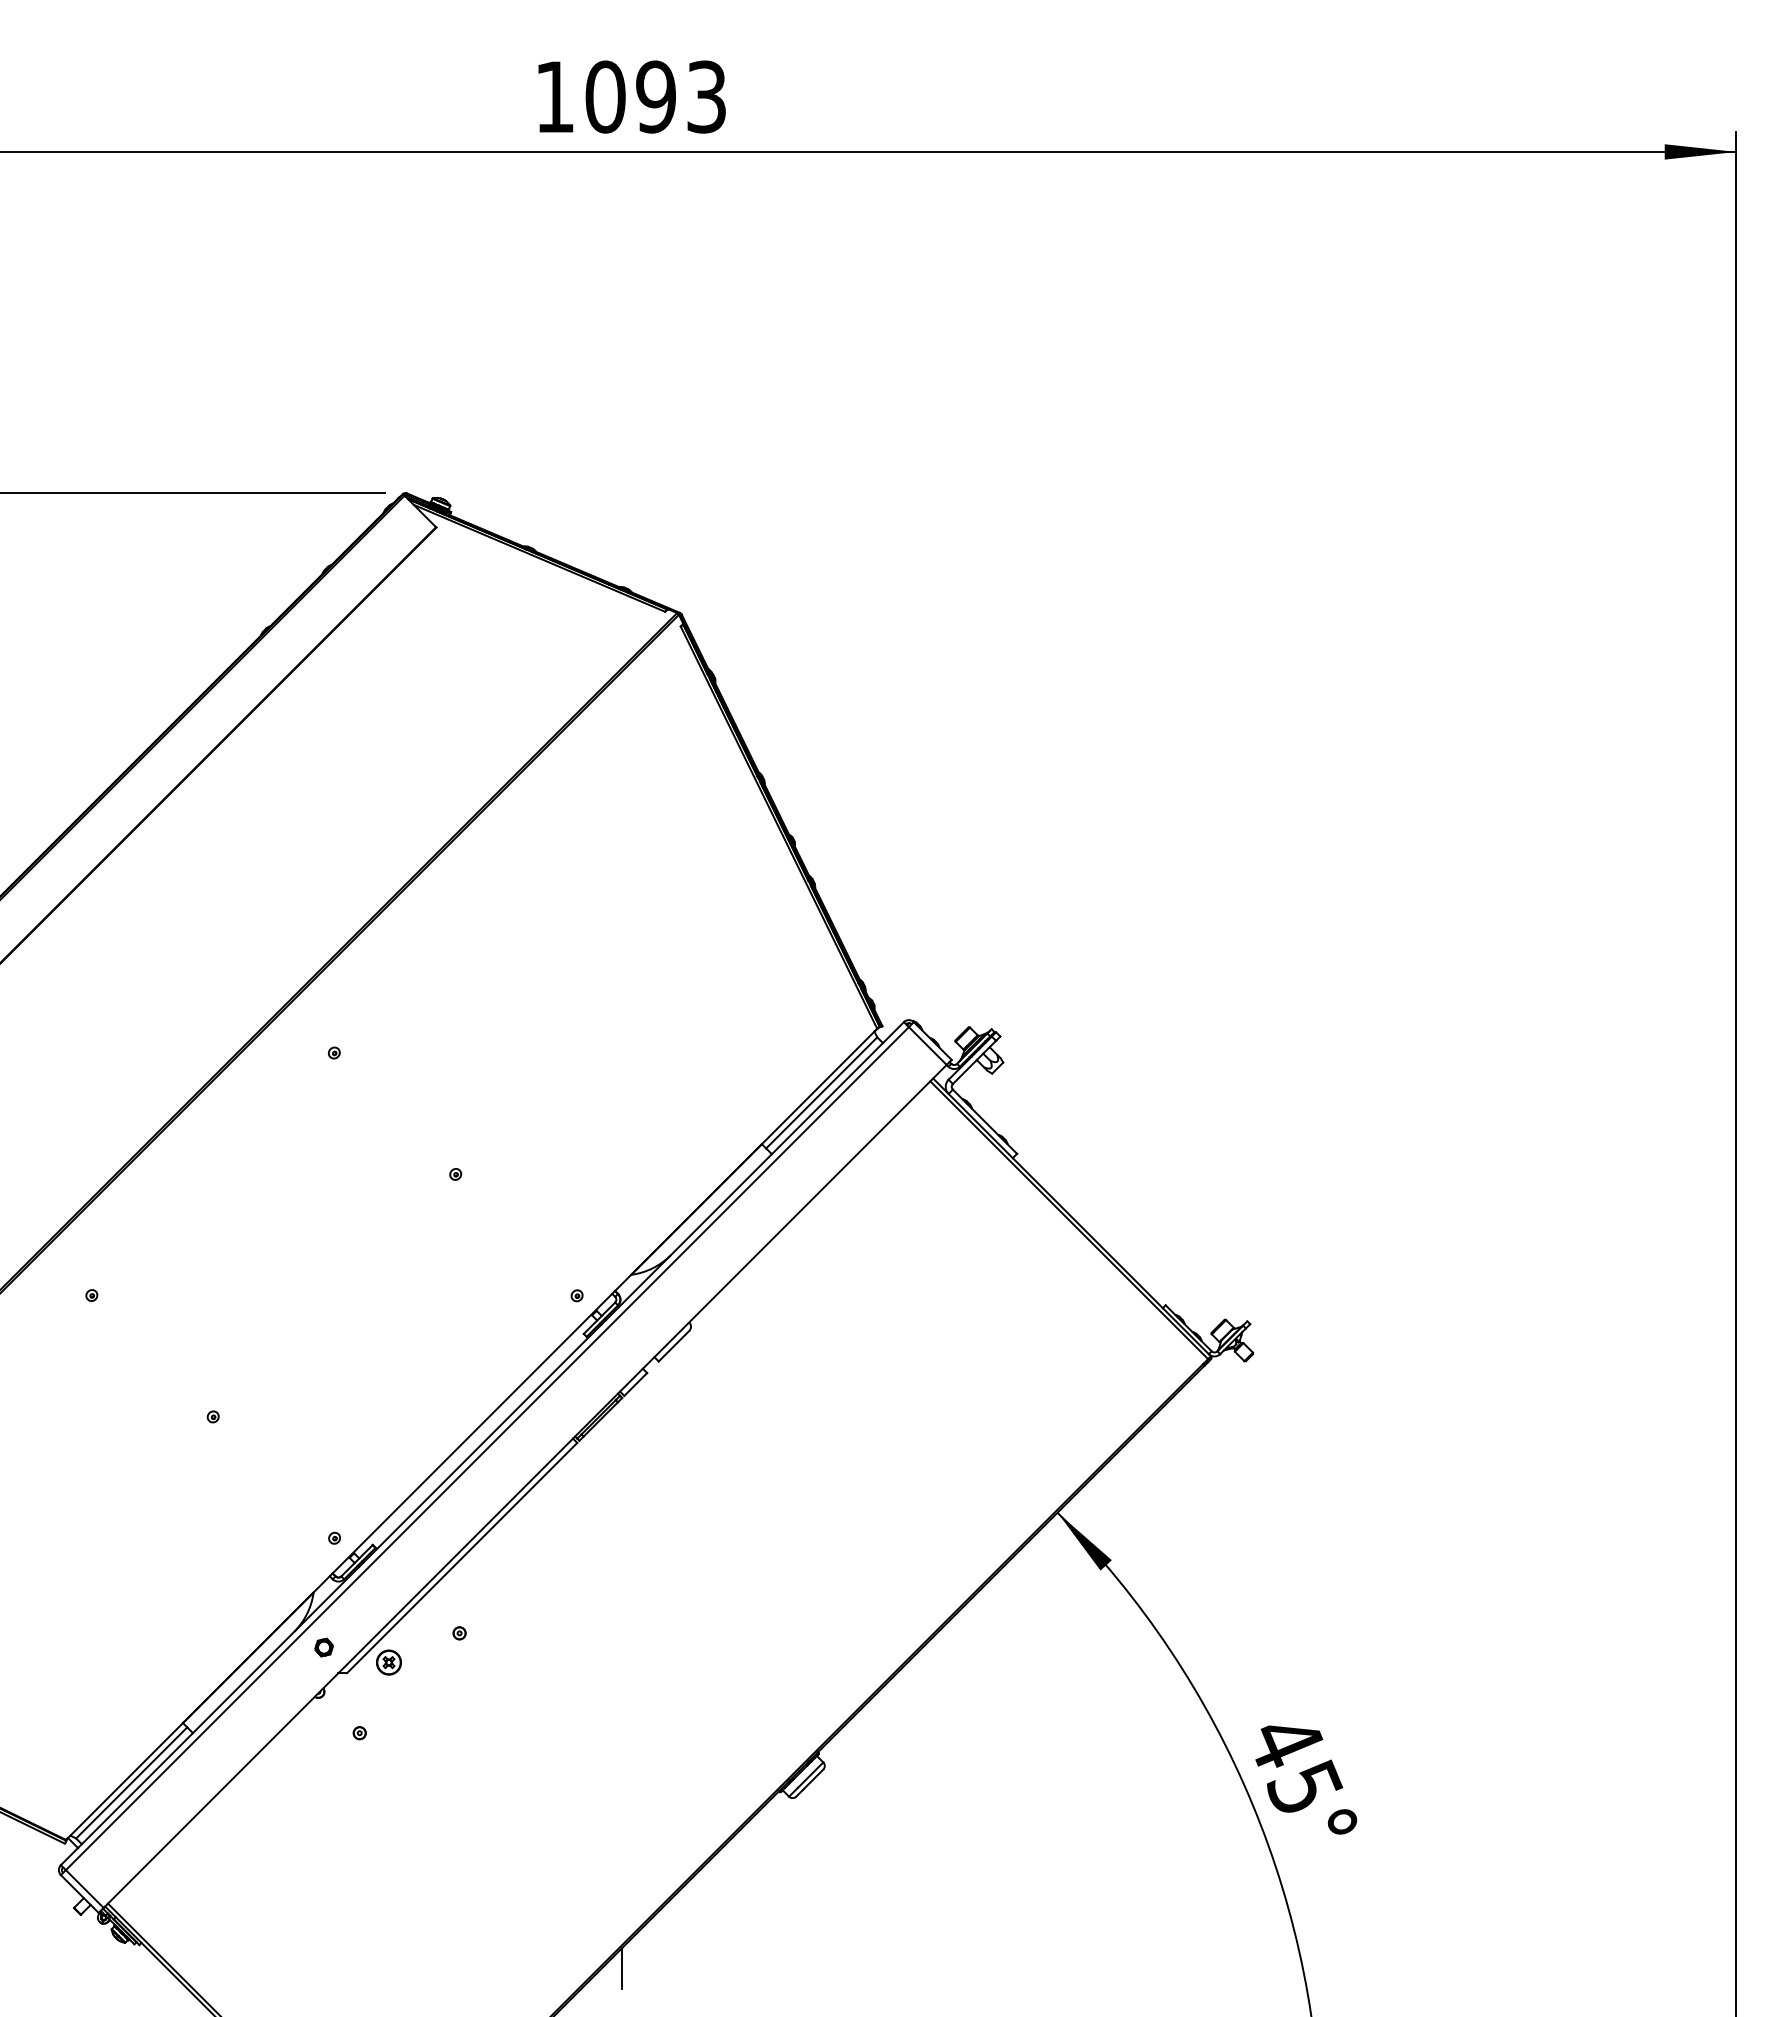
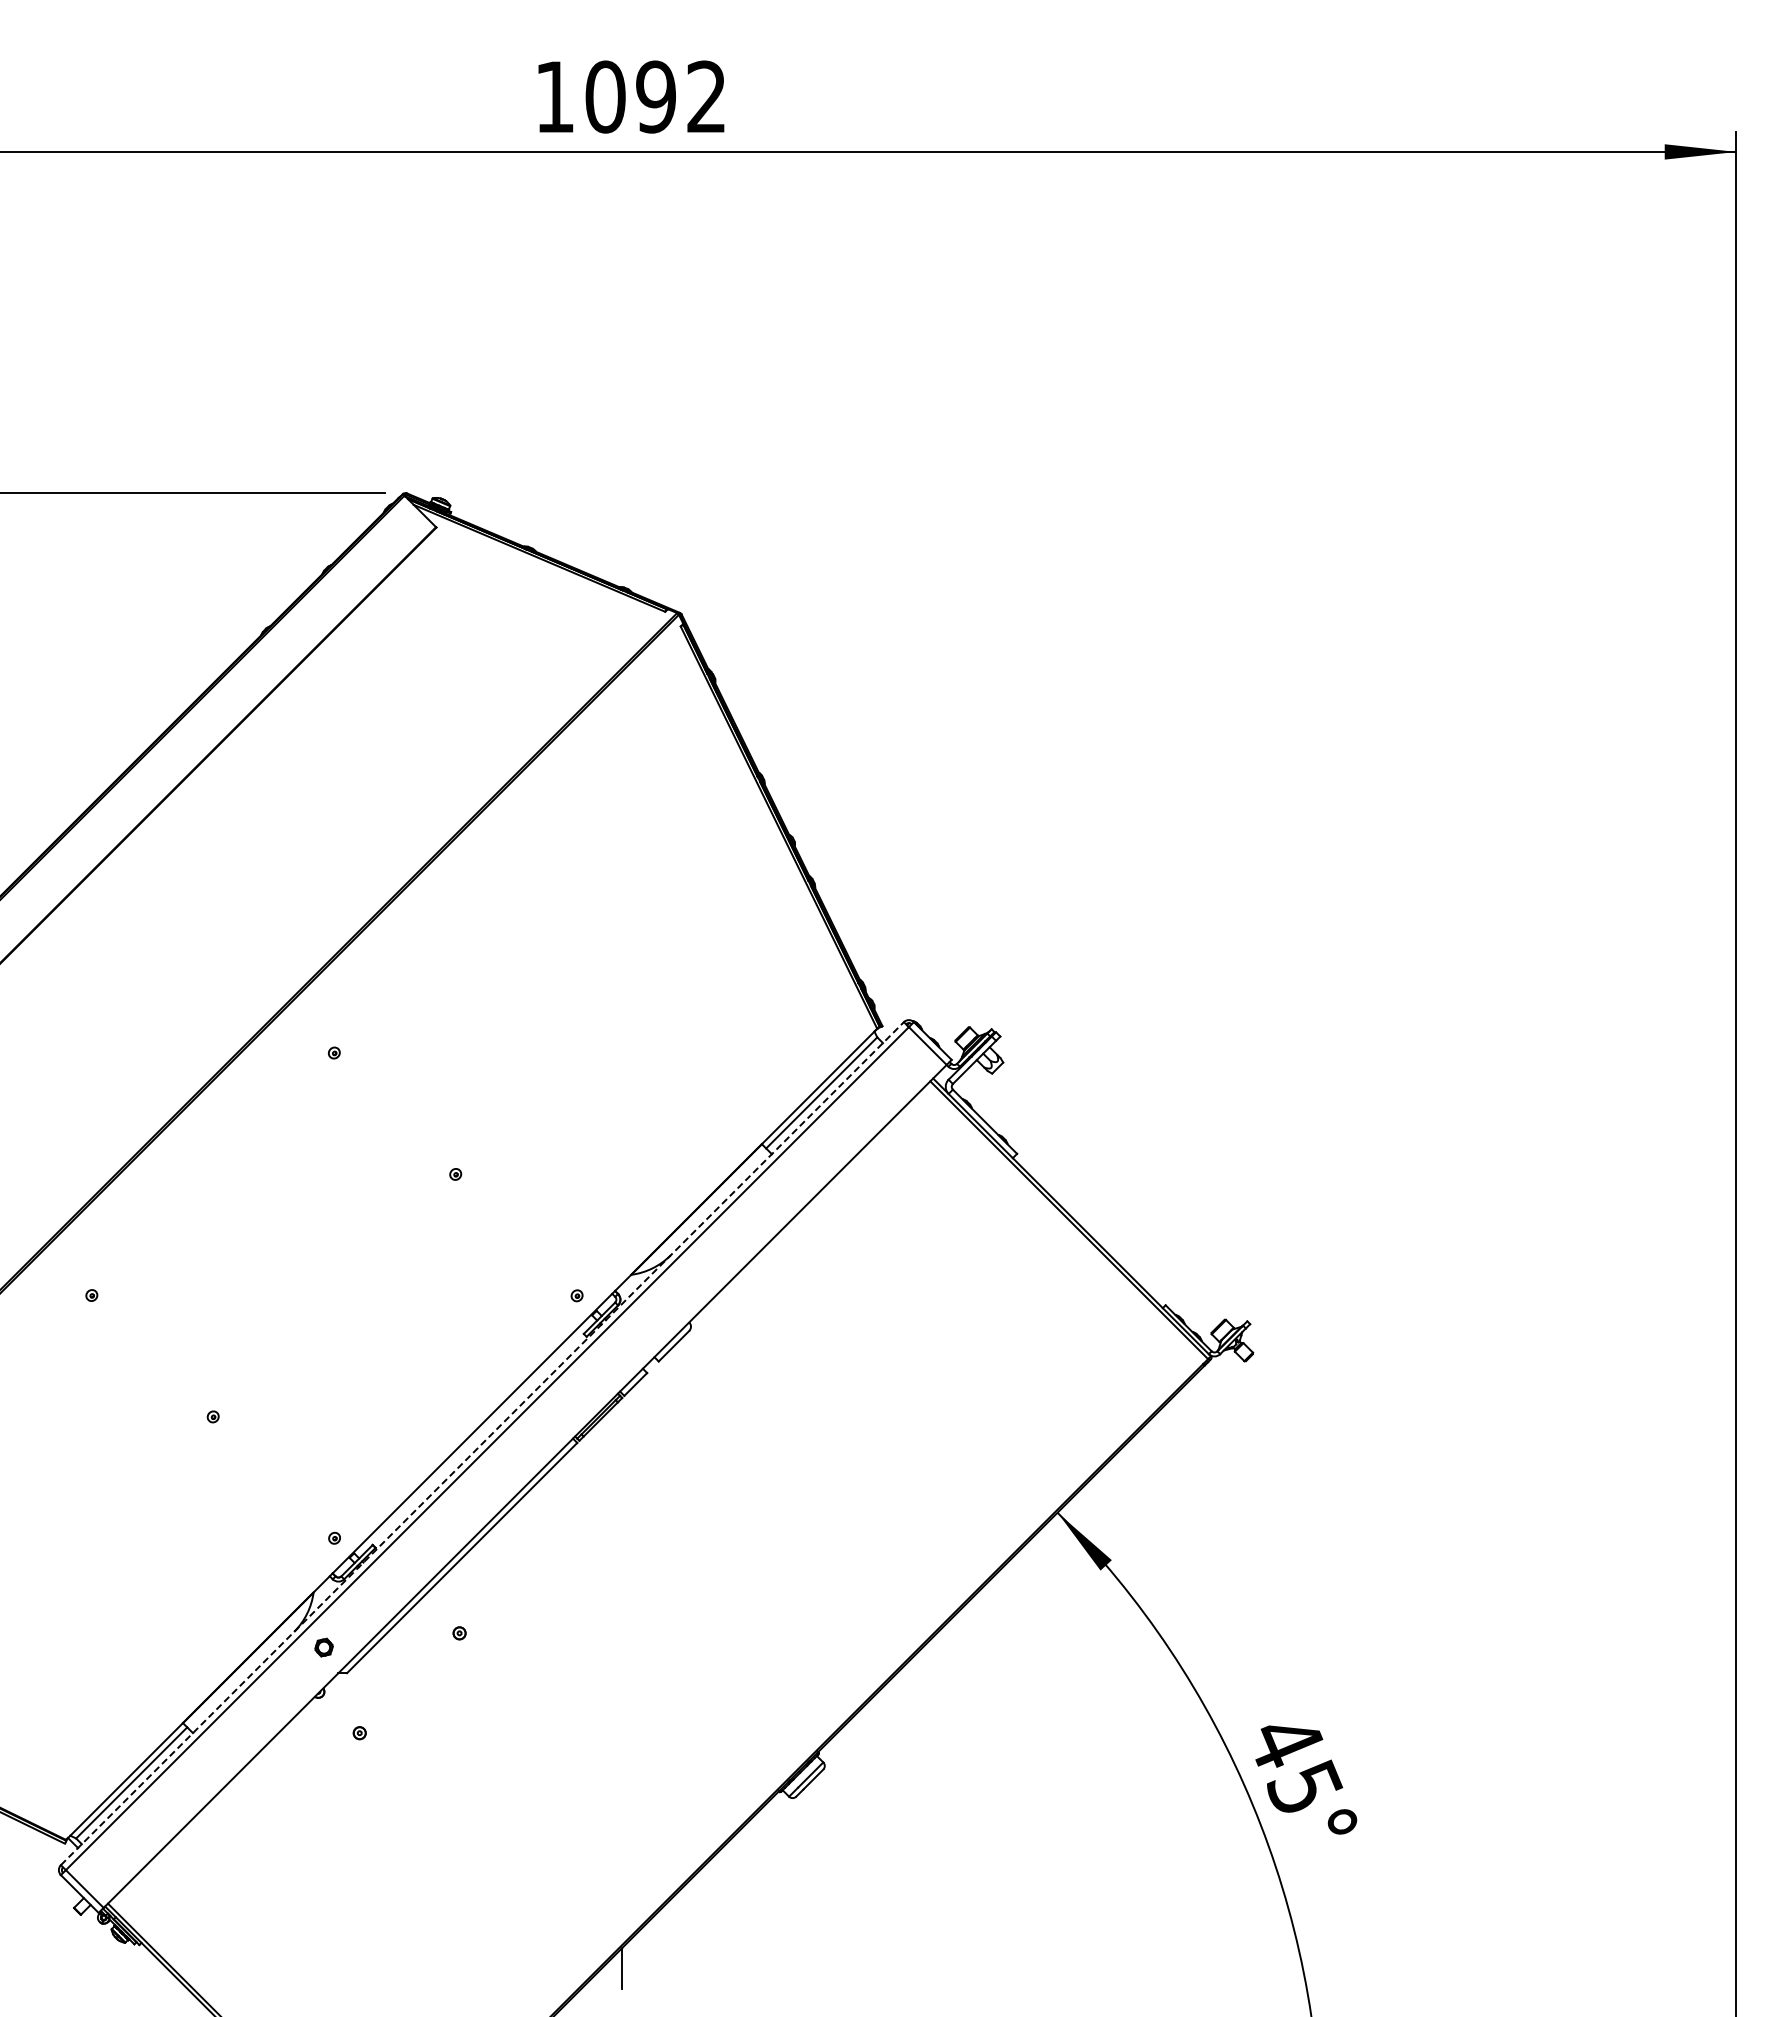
text at (706, 96): 1093 -> 1092
line at (482, 1443): solid -> dashed
part at (388, 1662): present -> none
